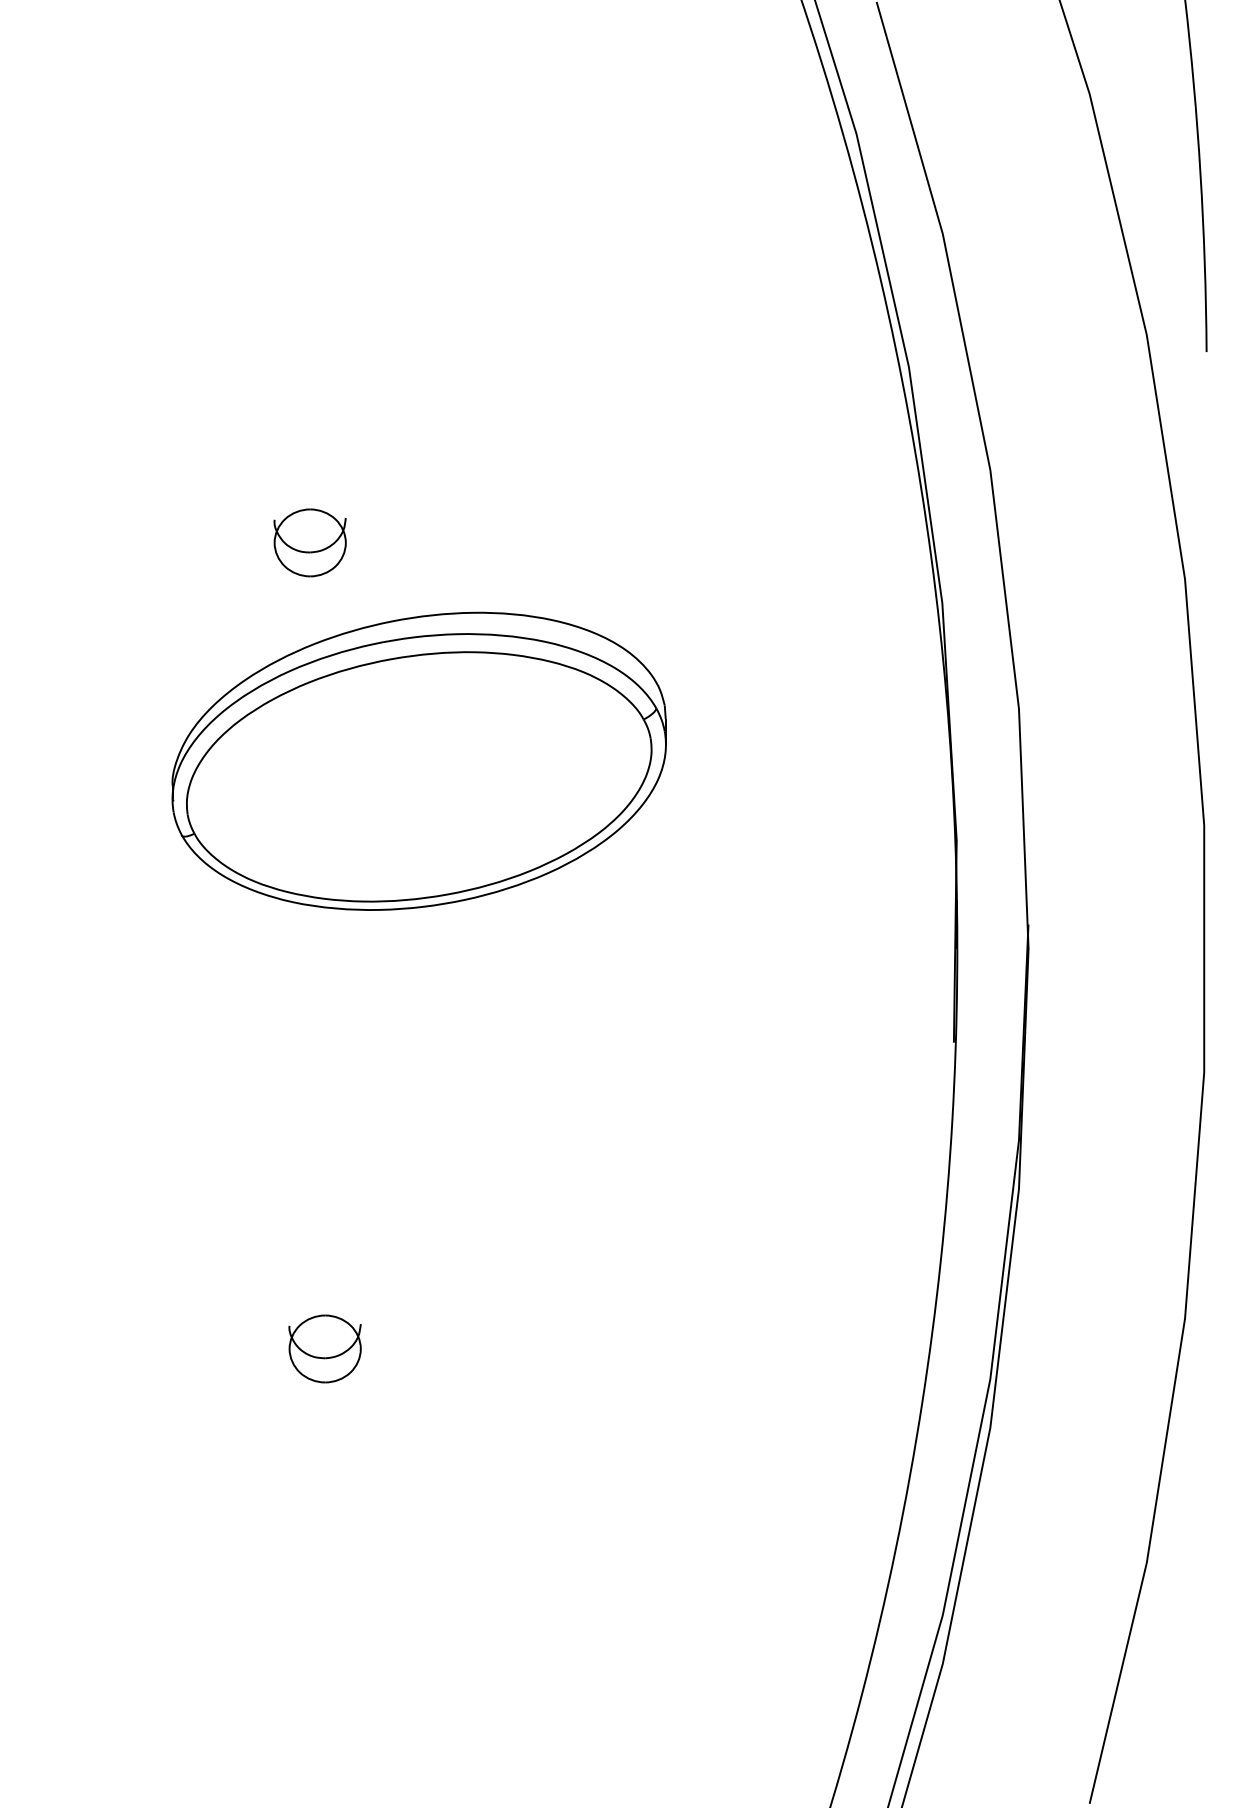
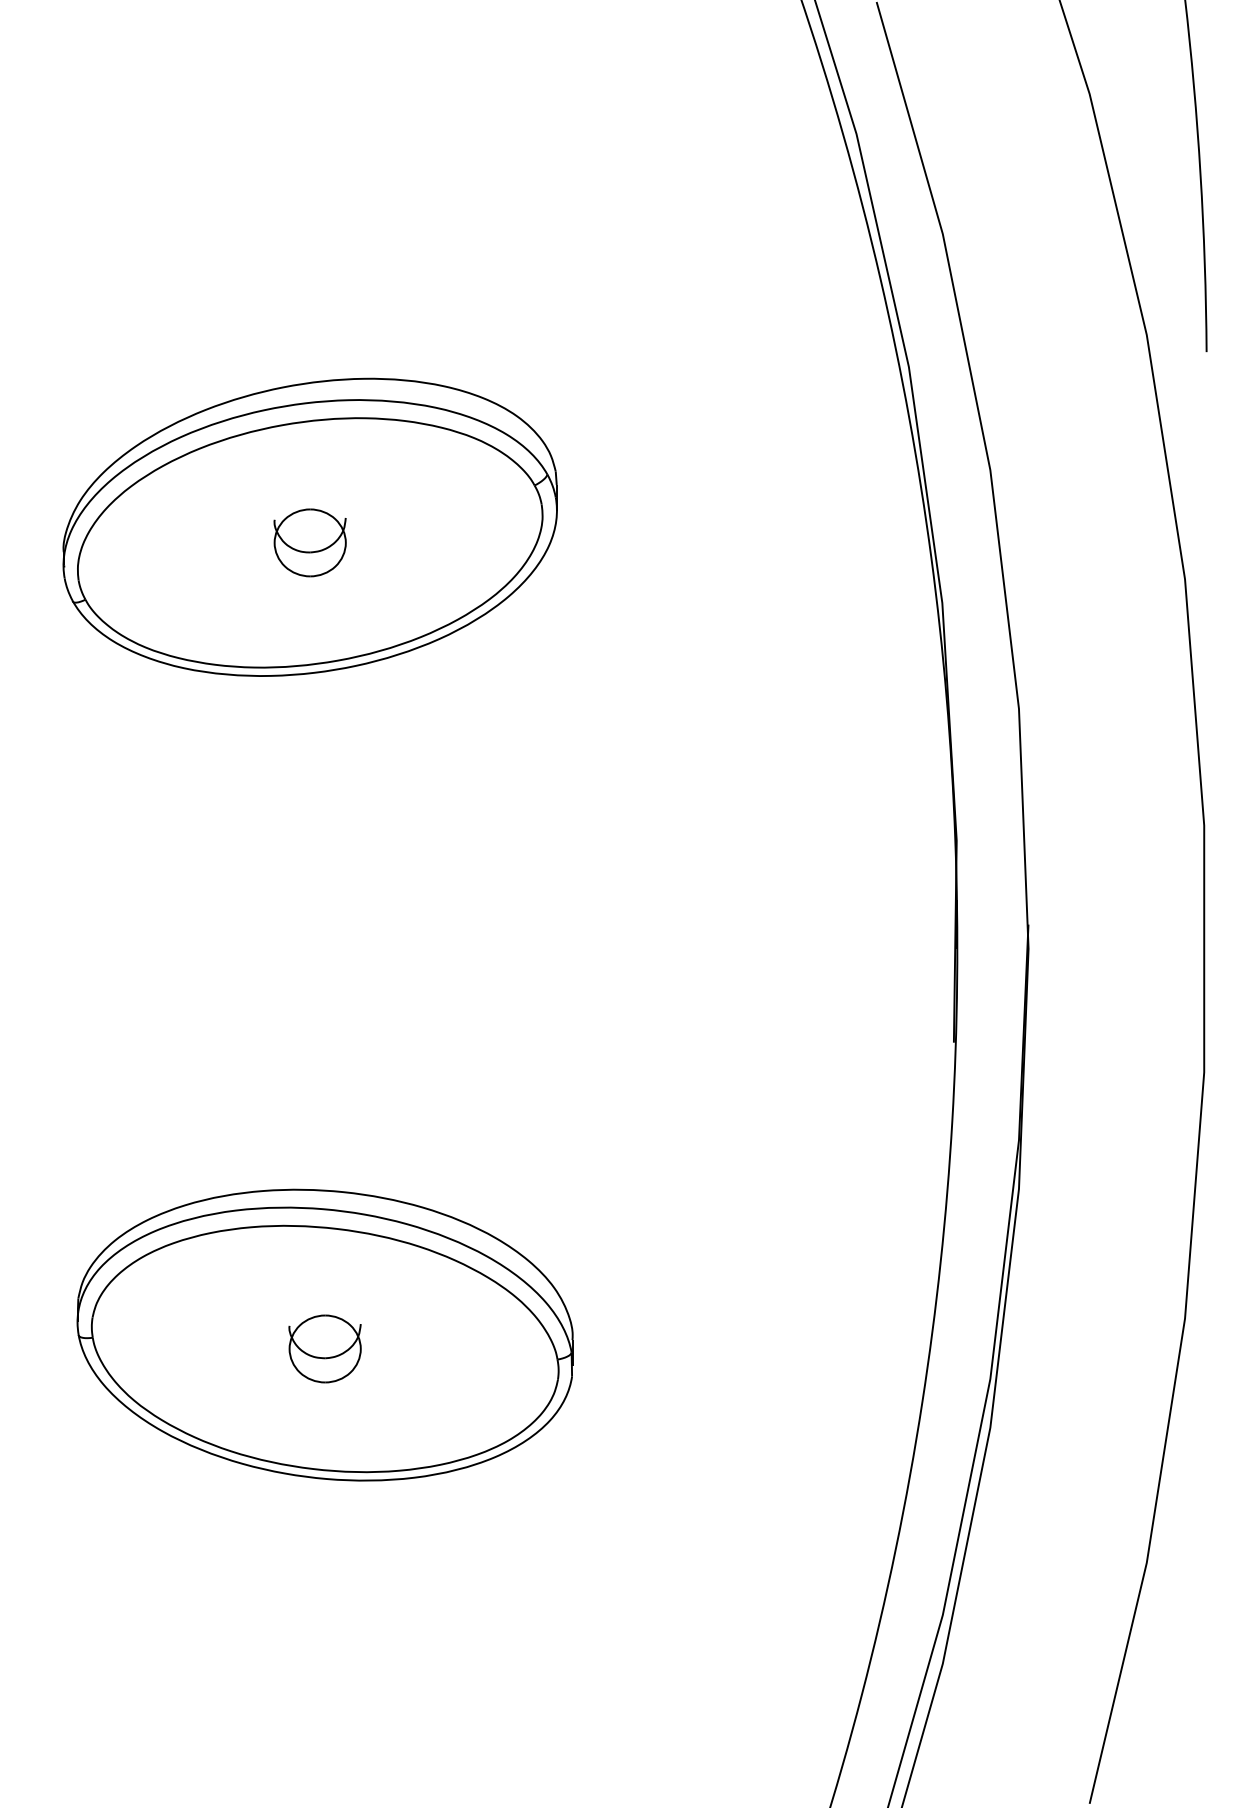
part at (418, 760) position: (418, 760) -> (309, 526)
part at (324, 1334): none -> present
